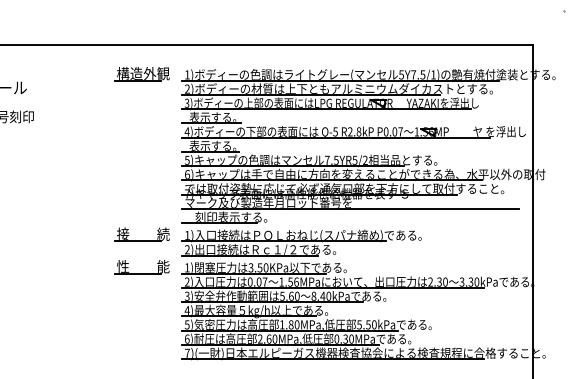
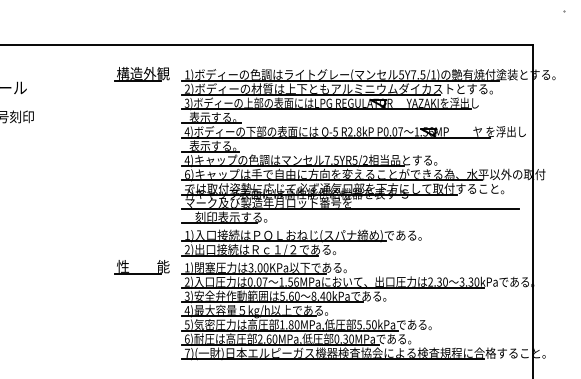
text at (186, 159): 5) -> 4)
part at (141, 234): present -> none
text at (259, 267): 3.50KPa -> 3.00KPa
